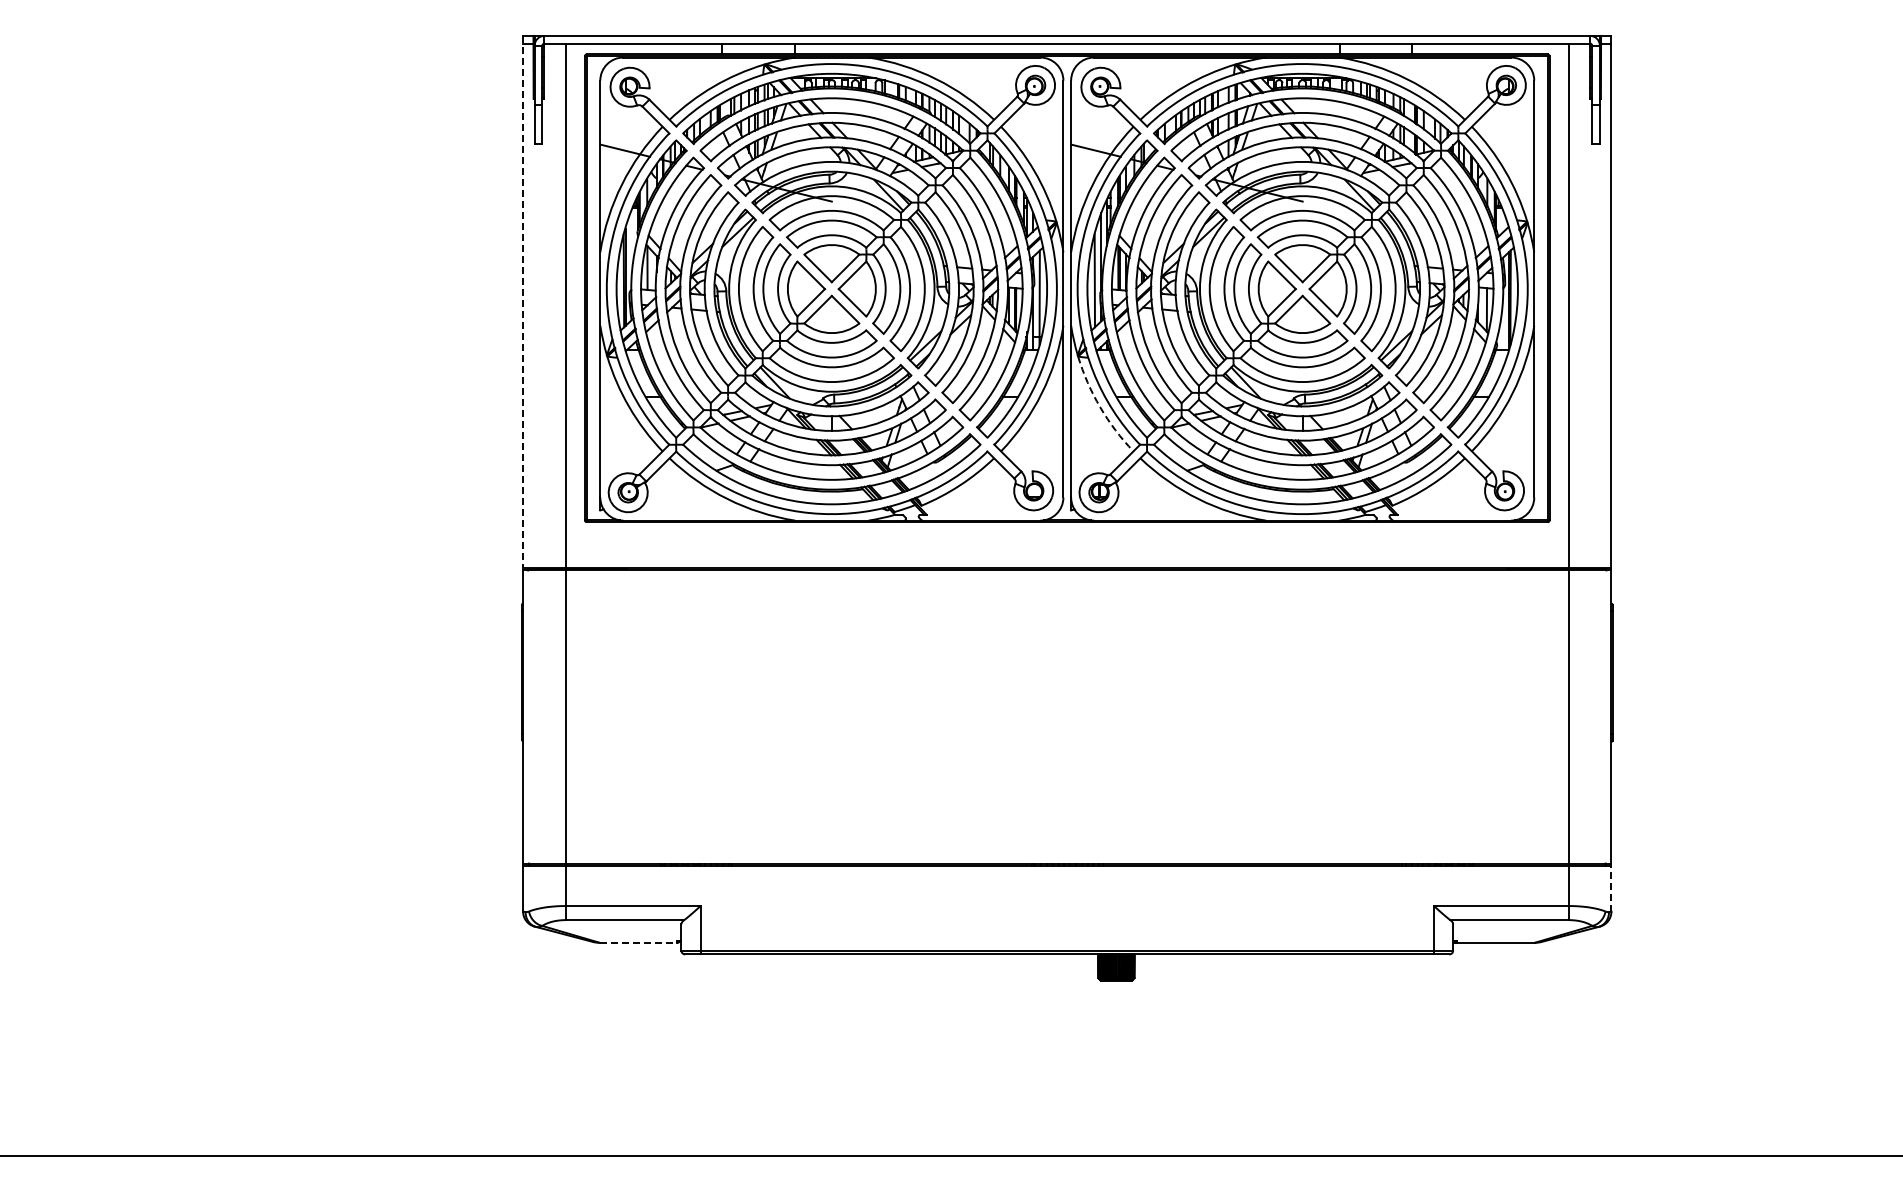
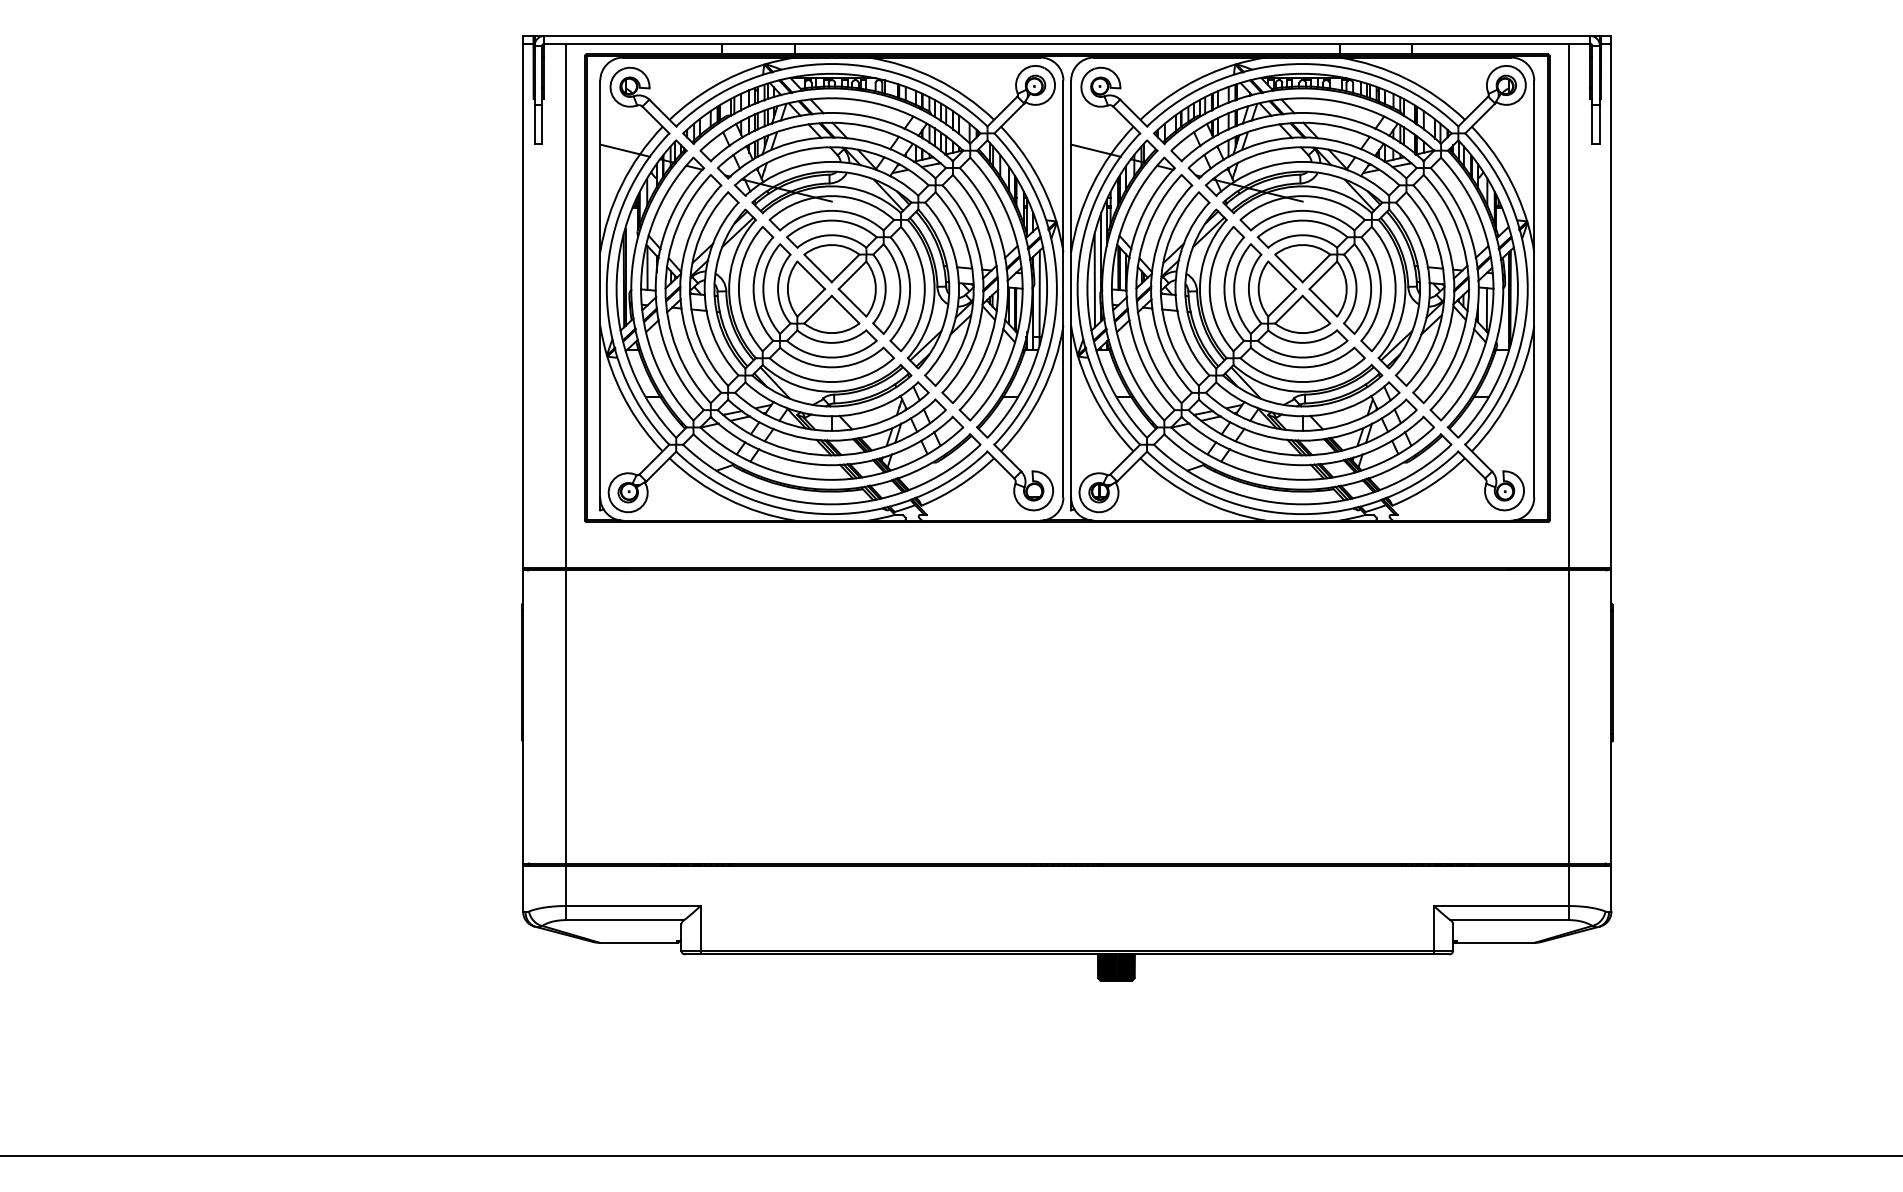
line at (523, 302): dashed -> solid
arc at (1100, 407): dashed -> solid
line at (1611, 888): dashed -> solid
line at (638, 942): dashed -> solid
